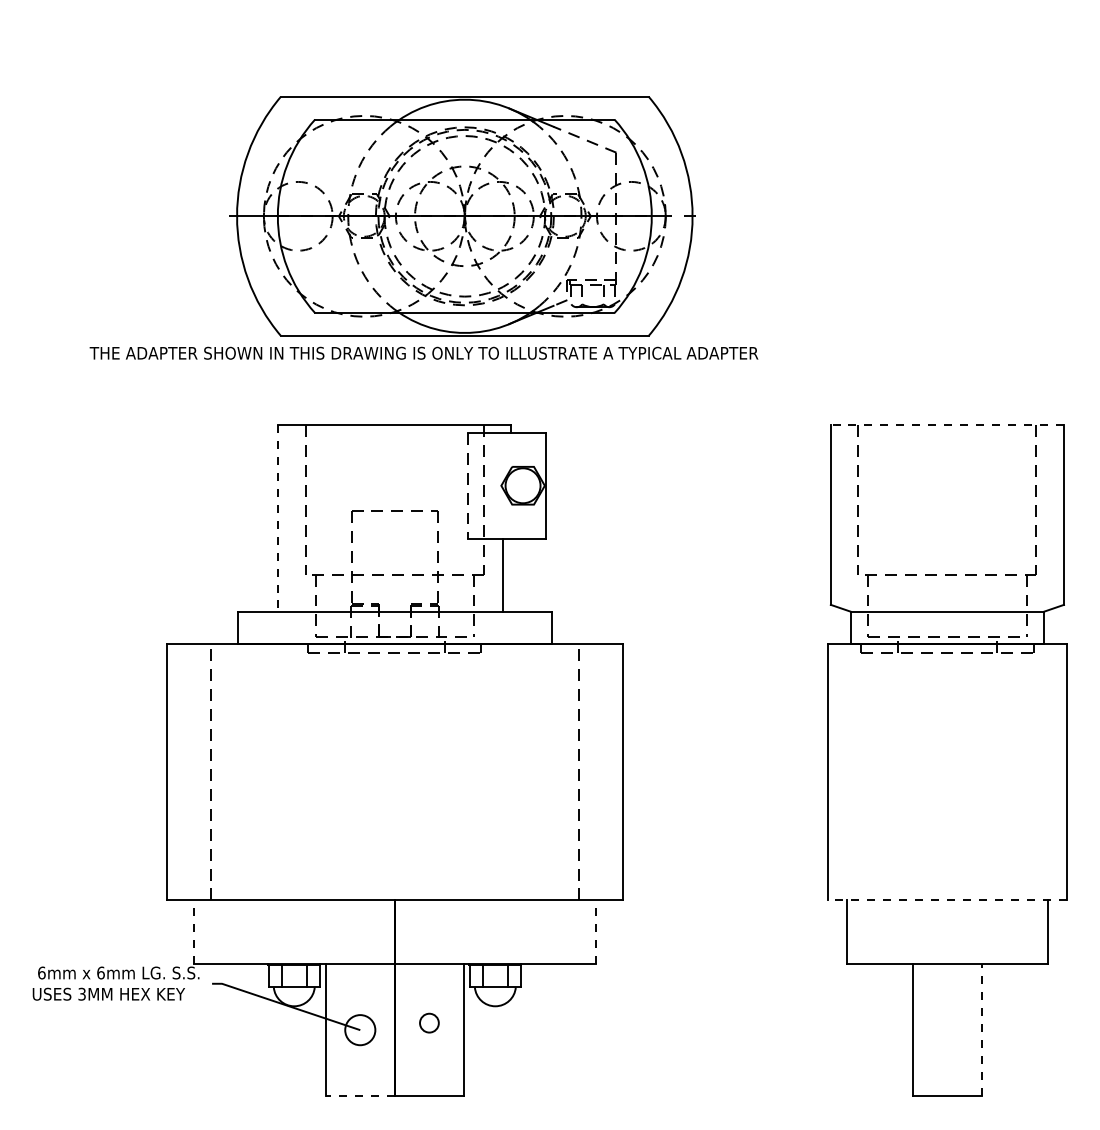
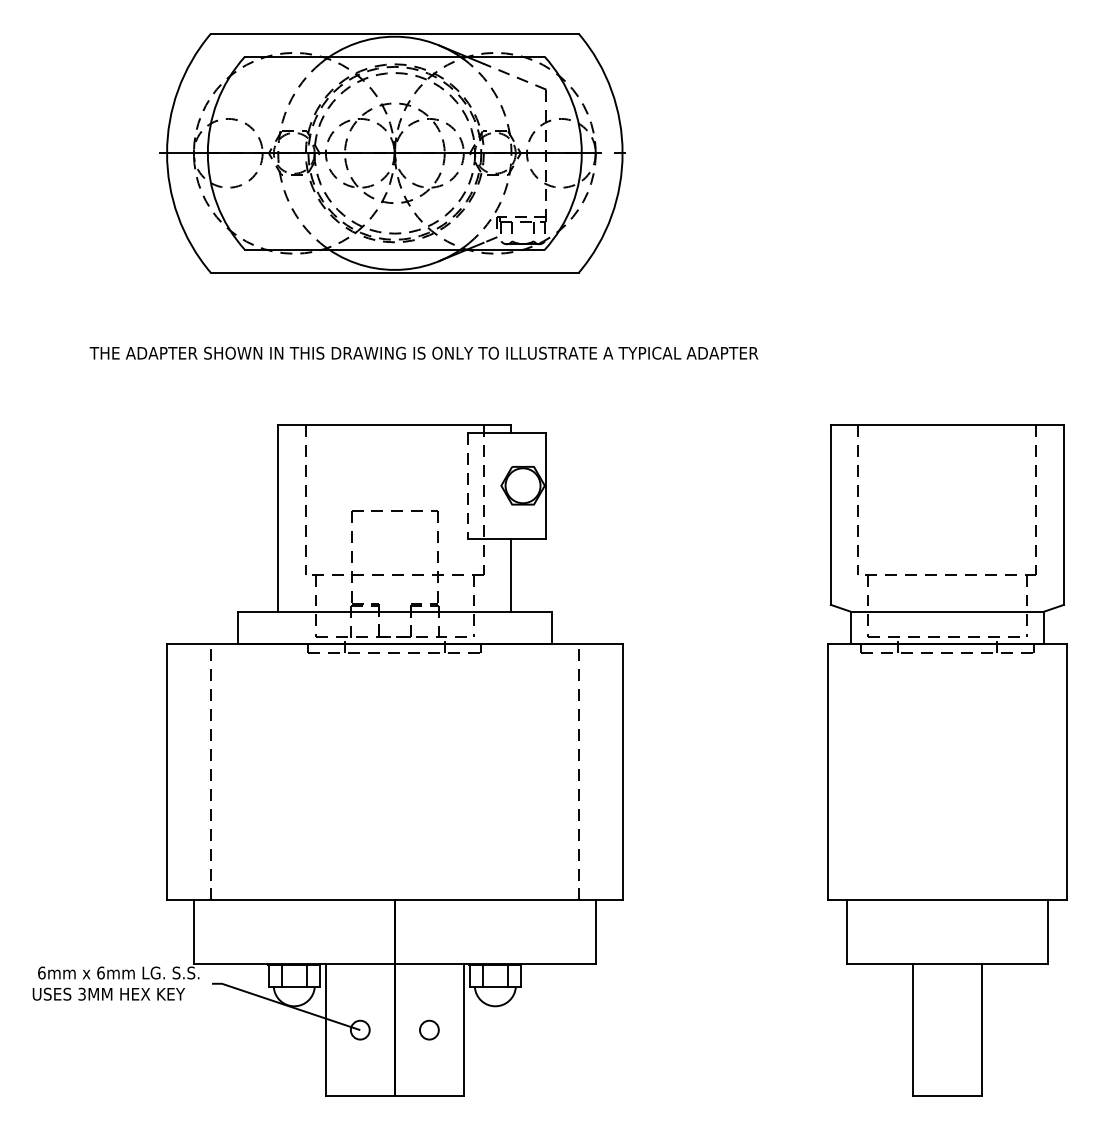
part at (462, 216) position: (462, 216) -> (392, 153)
line at (947, 424): dashed -> solid
line at (278, 518): dashed -> solid
line at (503, 574) position: (503, 574) -> (511, 574)
line at (946, 900): dashed -> solid
line at (193, 932): dashed -> solid
line at (595, 932): dashed -> solid
circle at (429, 1022) position: (429, 1022) -> (429, 1029)
circle at (360, 1030) diameter: 30 px -> 19 px
line at (981, 1030): dashed -> solid
line at (359, 1096): dashed -> solid
